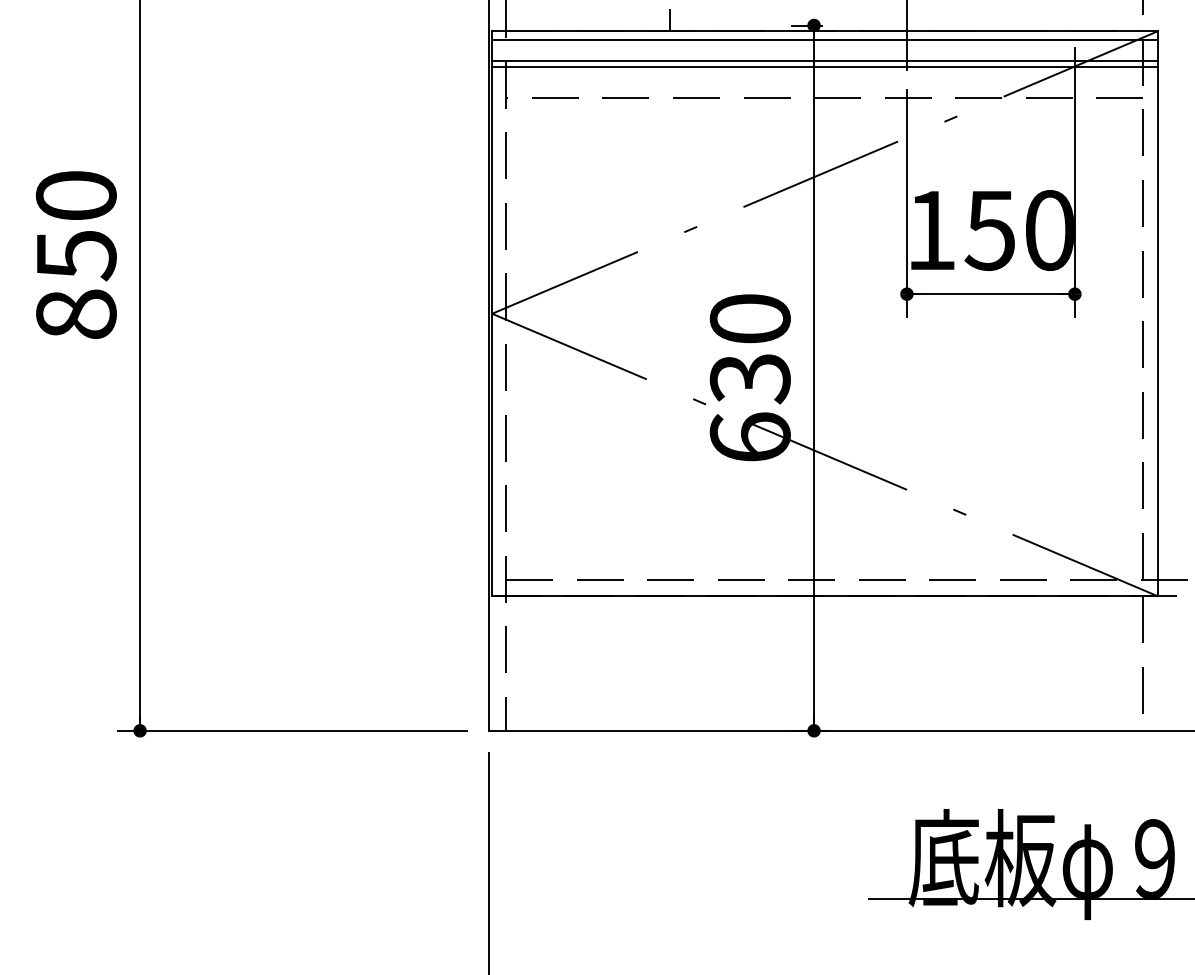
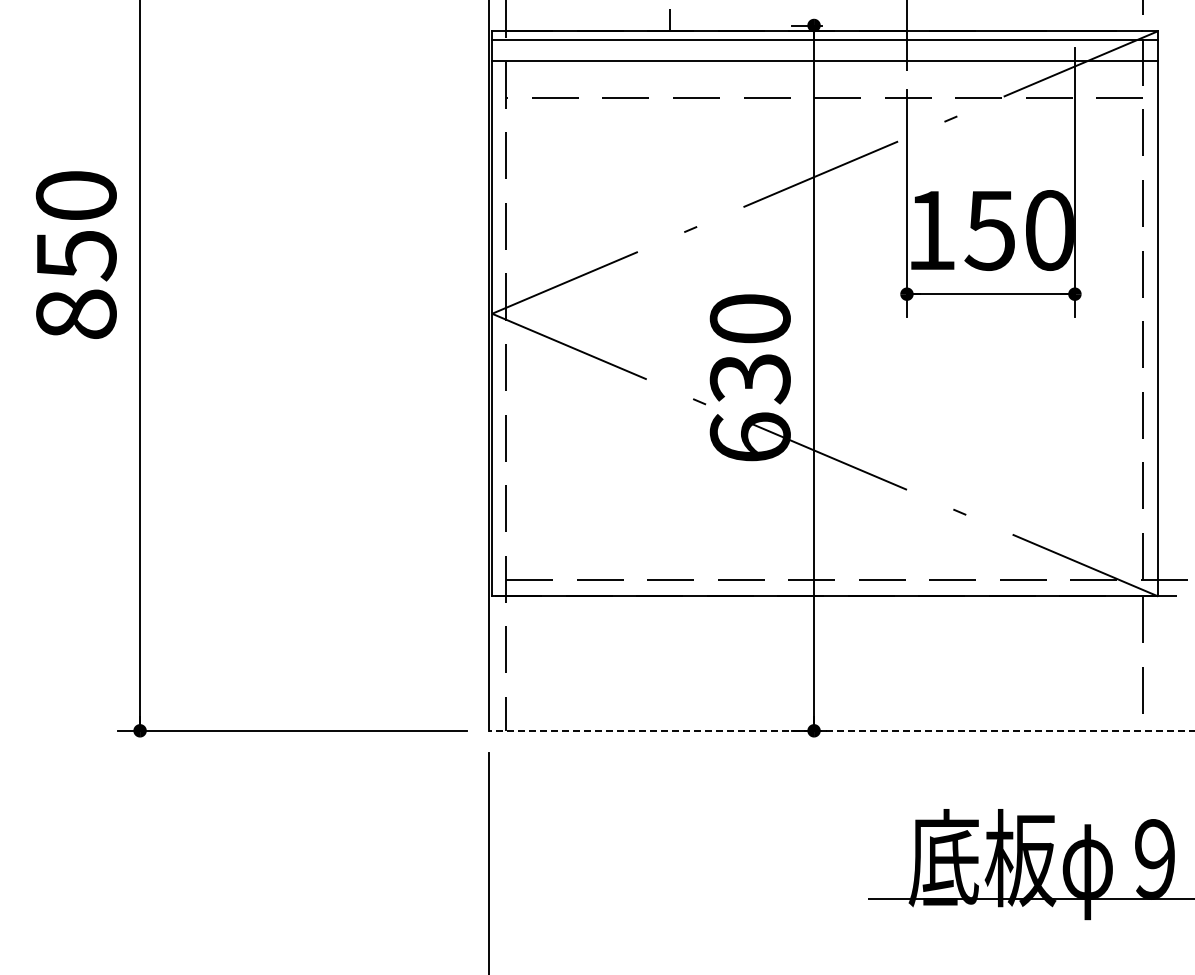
line at (825, 66): present -> none
line at (841, 730): solid -> dashed
